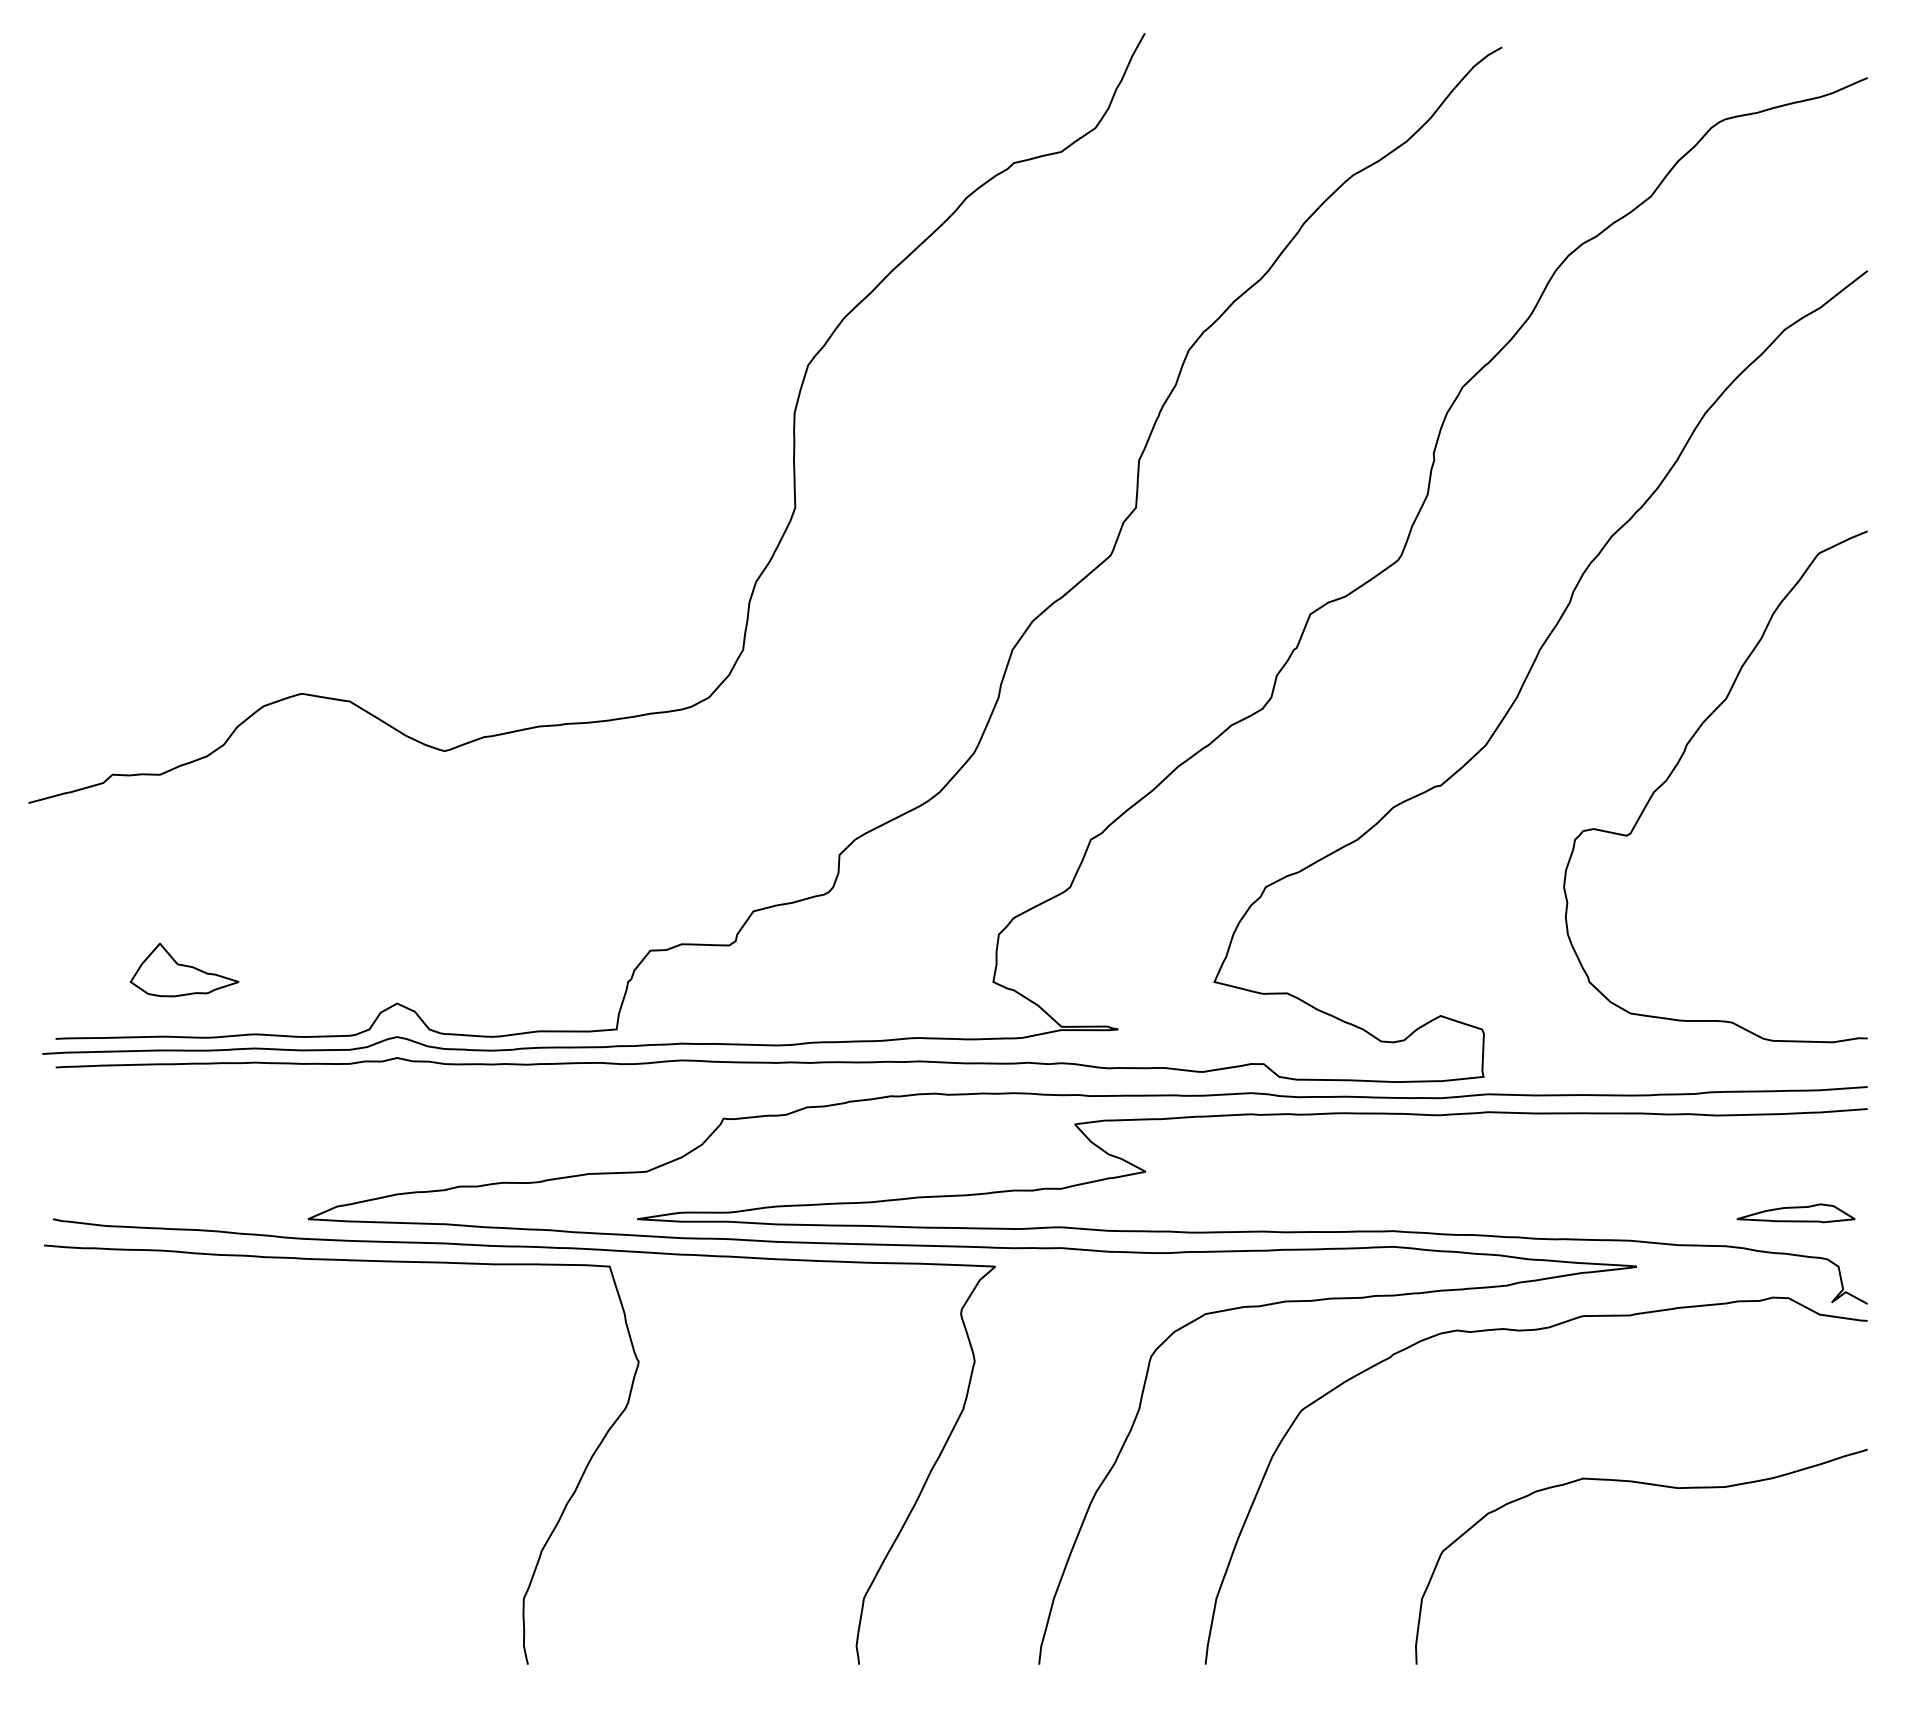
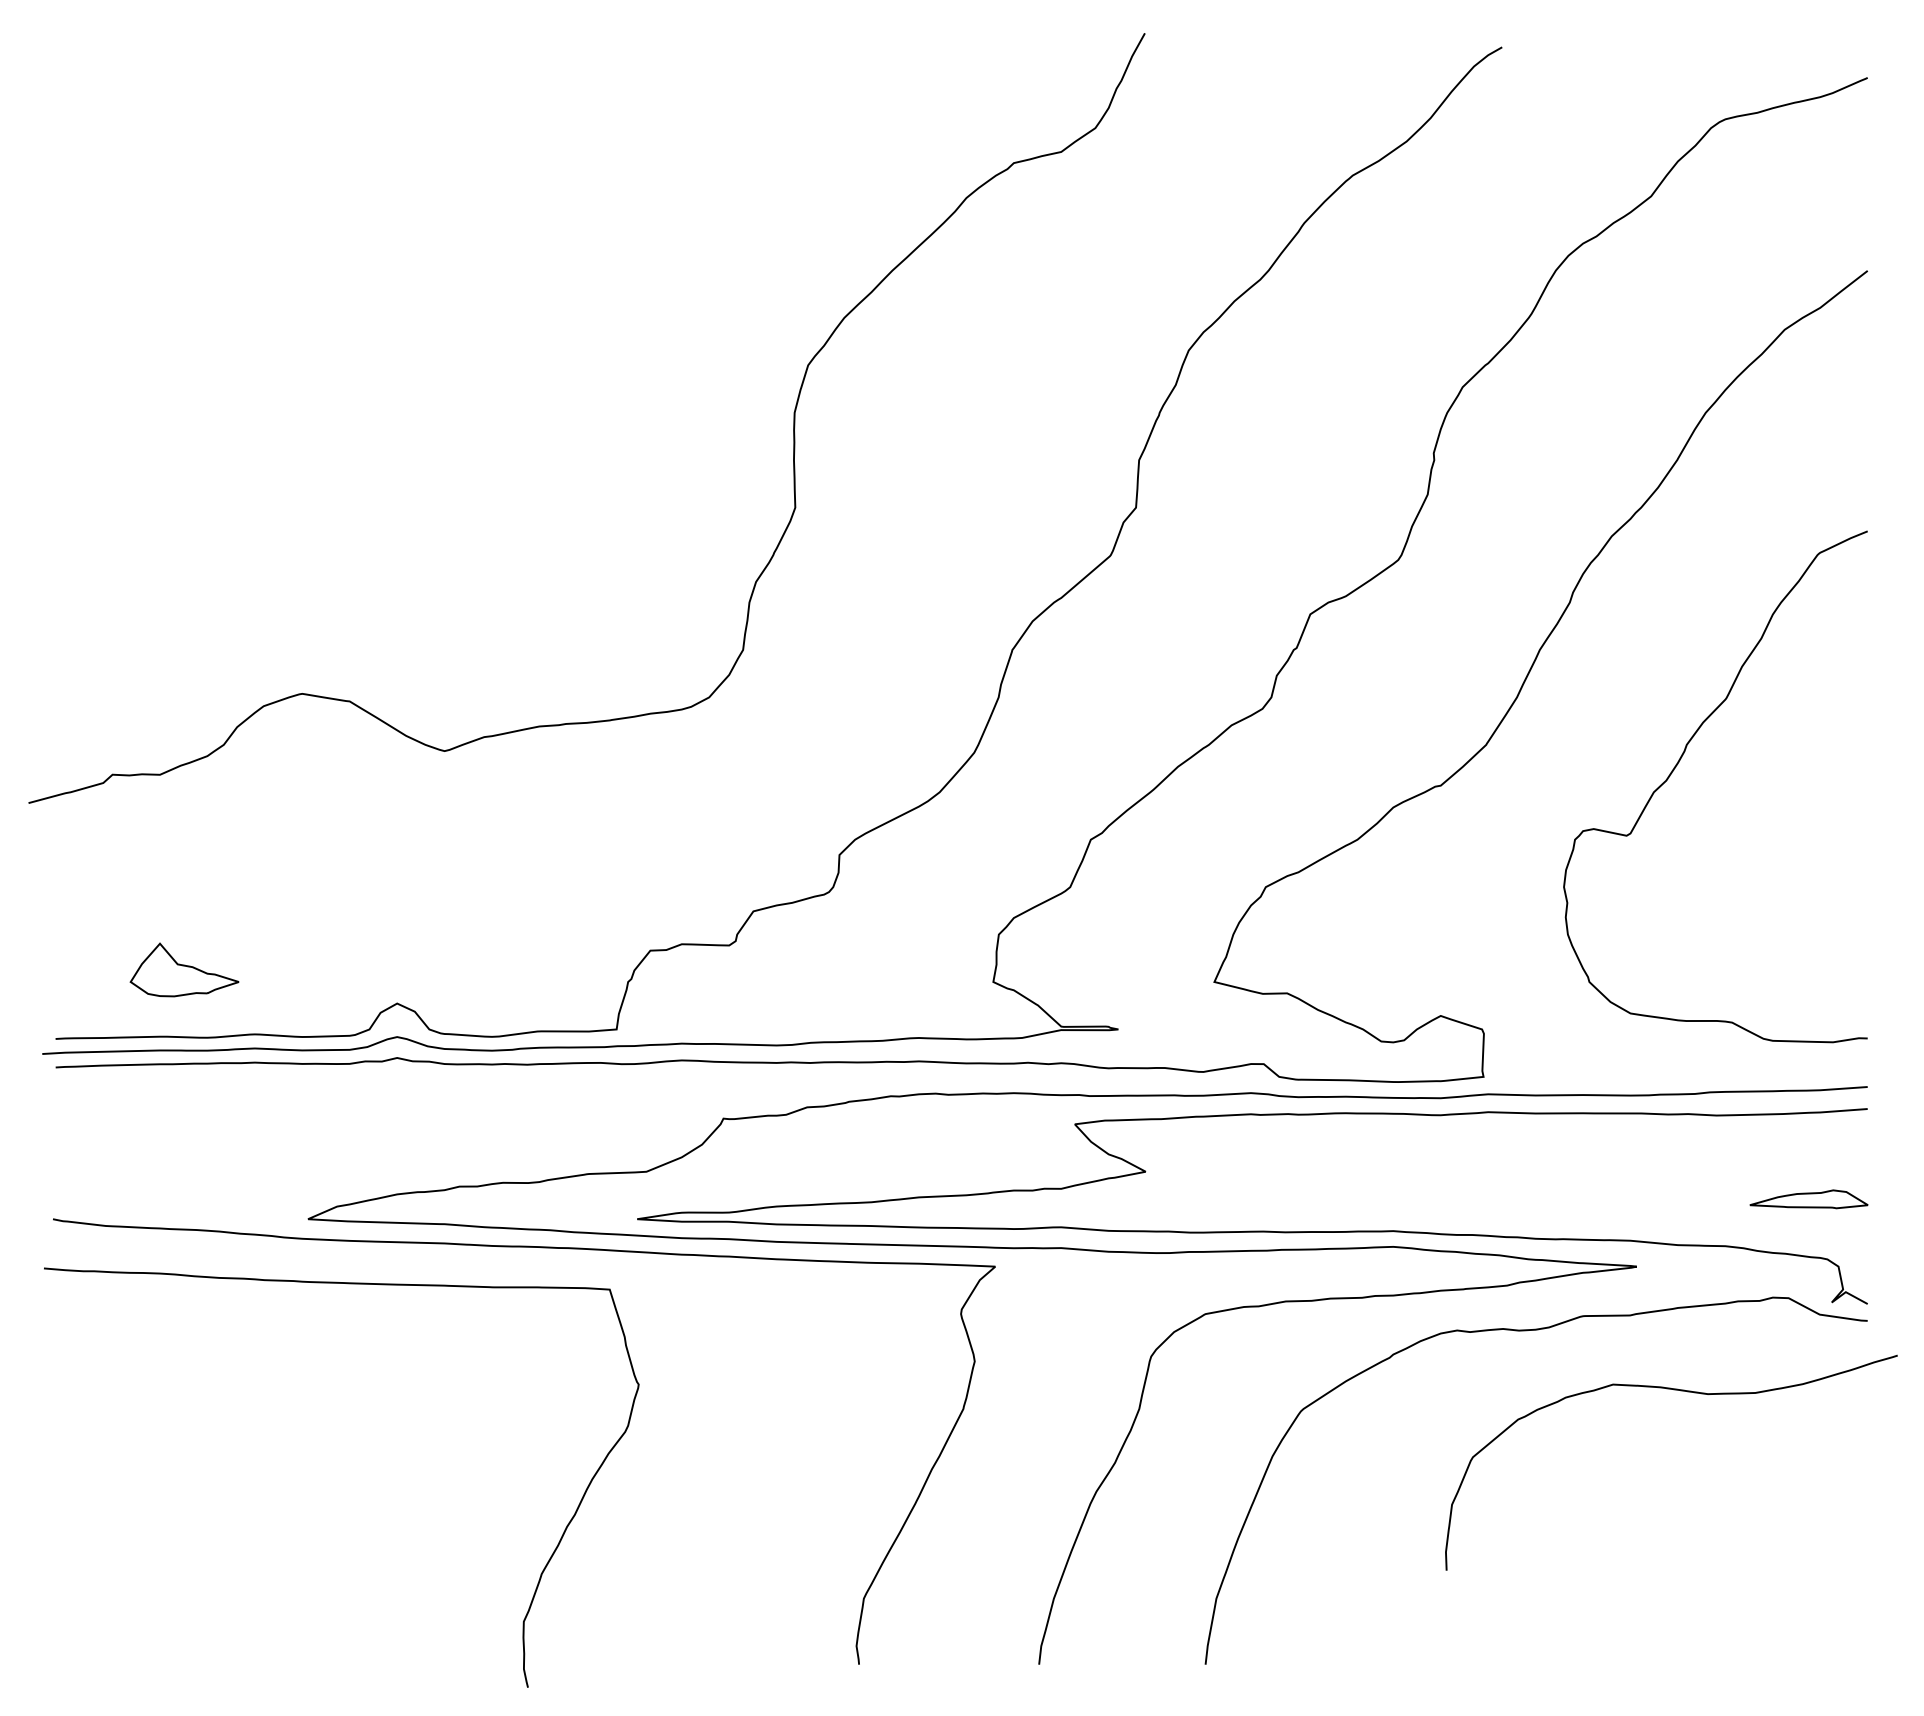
part at (1795, 1213) position: (1795, 1213) -> (1808, 1199)
curve at (347, 1261) position: (347, 1261) -> (347, 1284)
curve at (1650, 1485) position: (1650, 1485) -> (1680, 1391)
